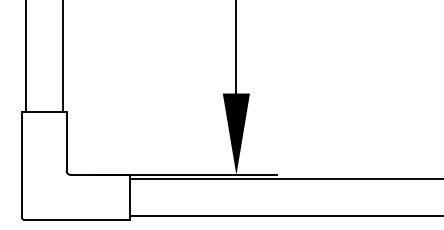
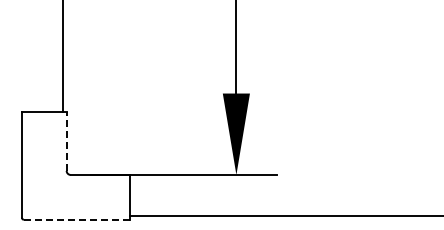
line at (25, 56): present -> none
line at (66, 141): solid -> dashed
line at (284, 179): present -> none
line at (76, 219): solid -> dashed
